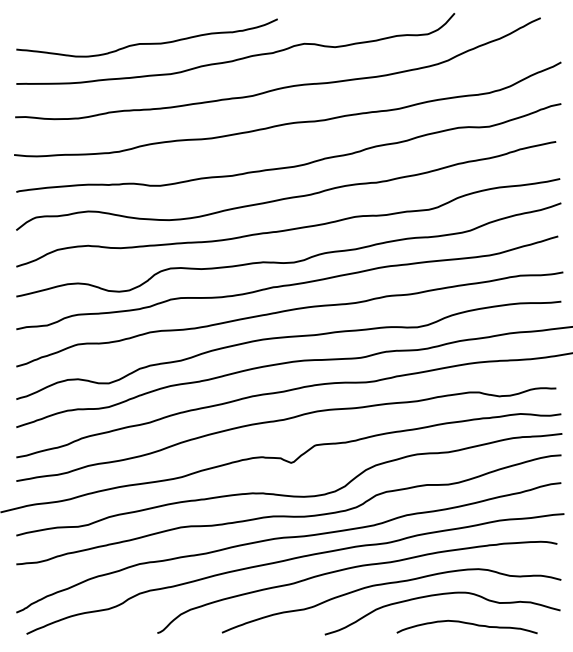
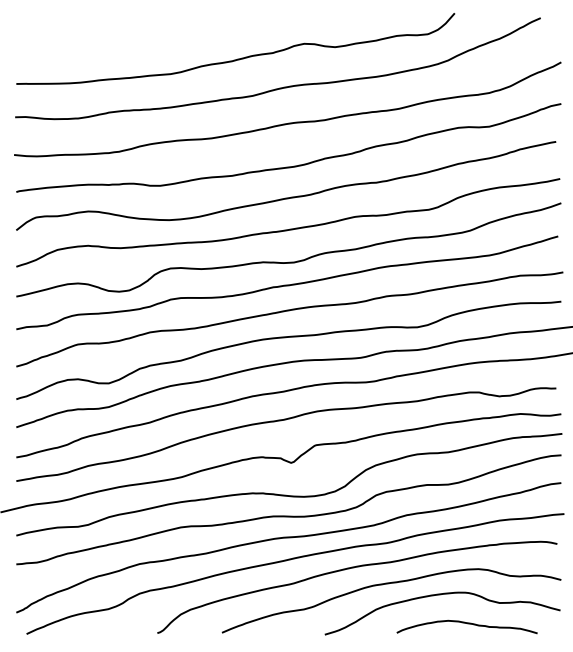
curve at (146, 43): present -> none
